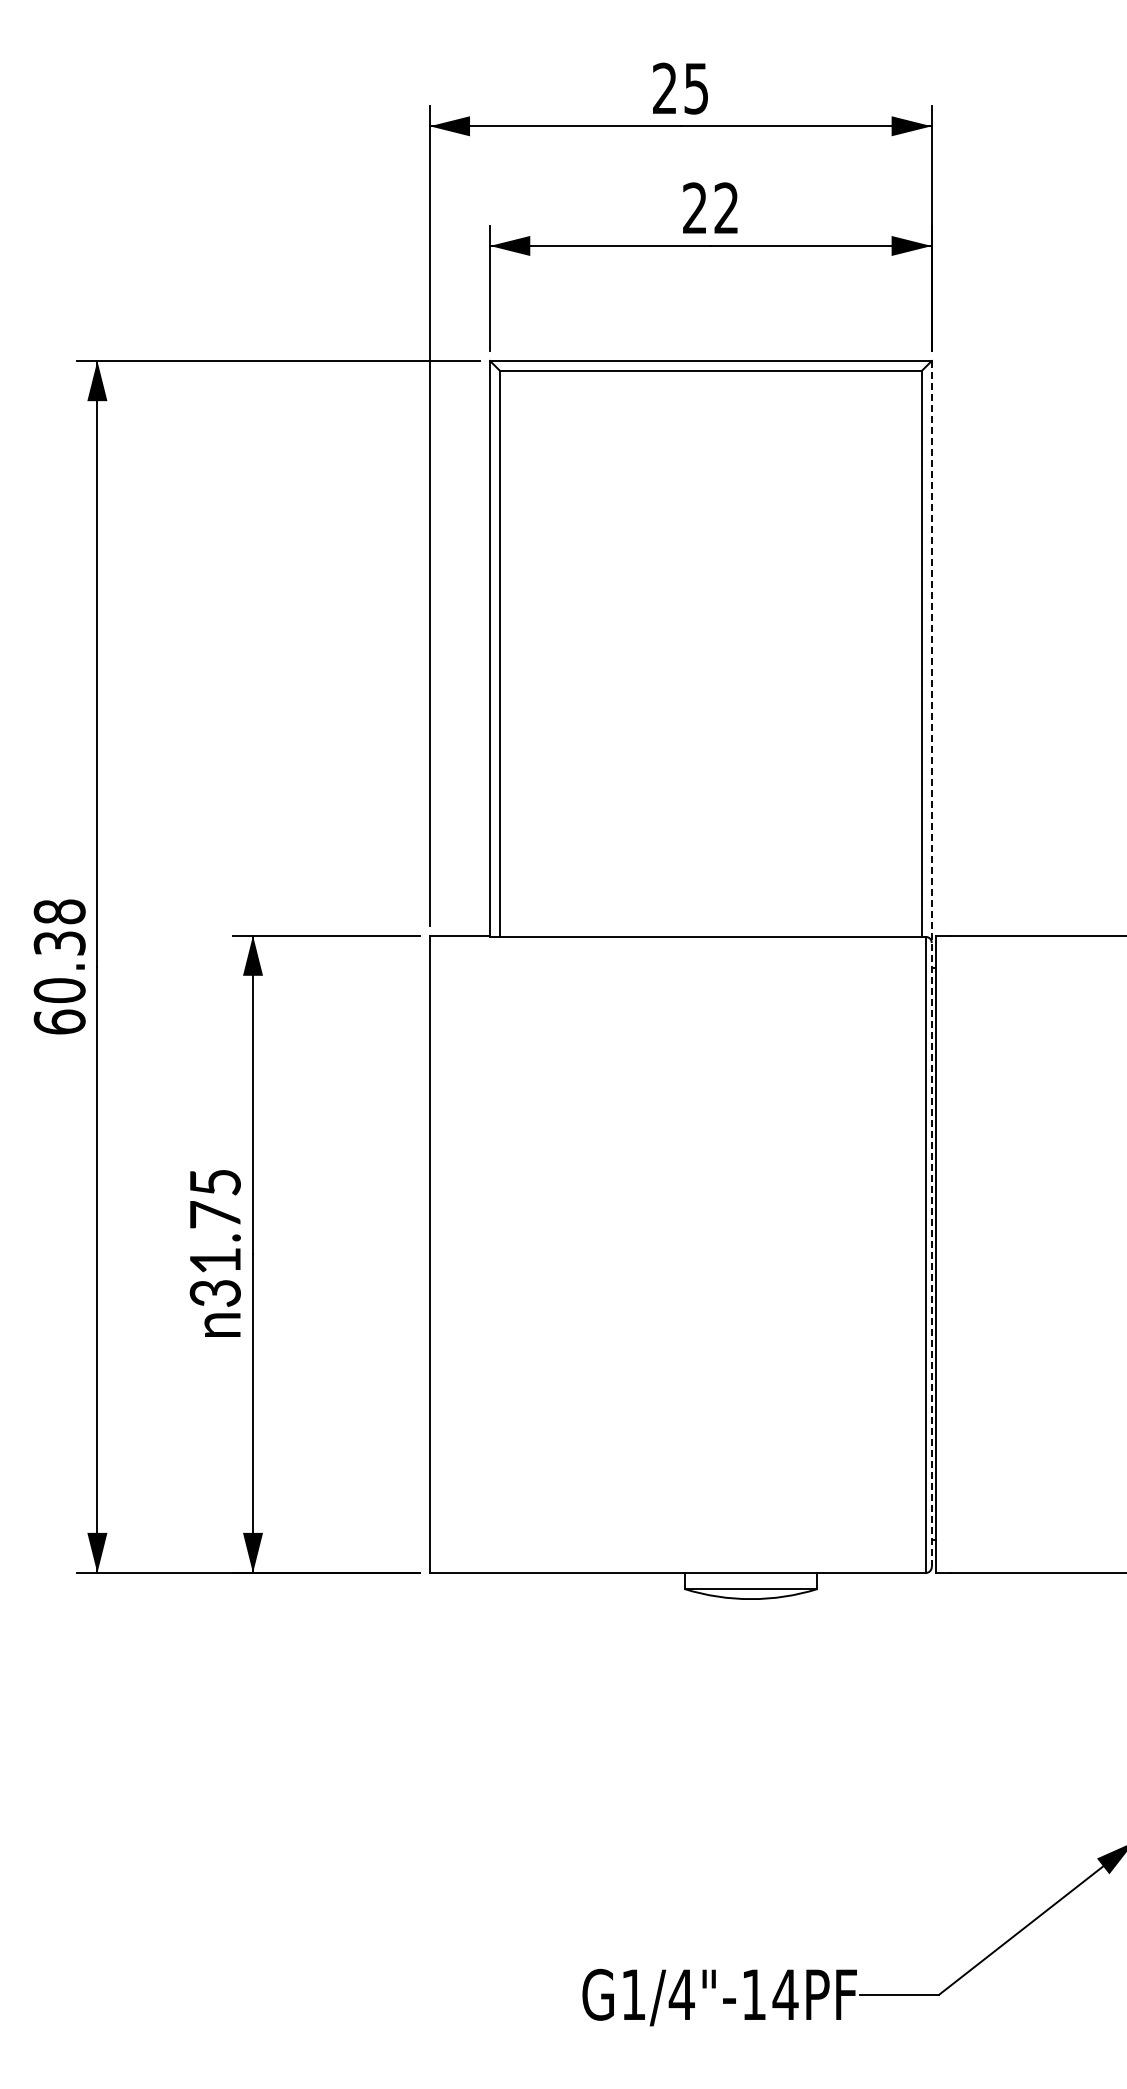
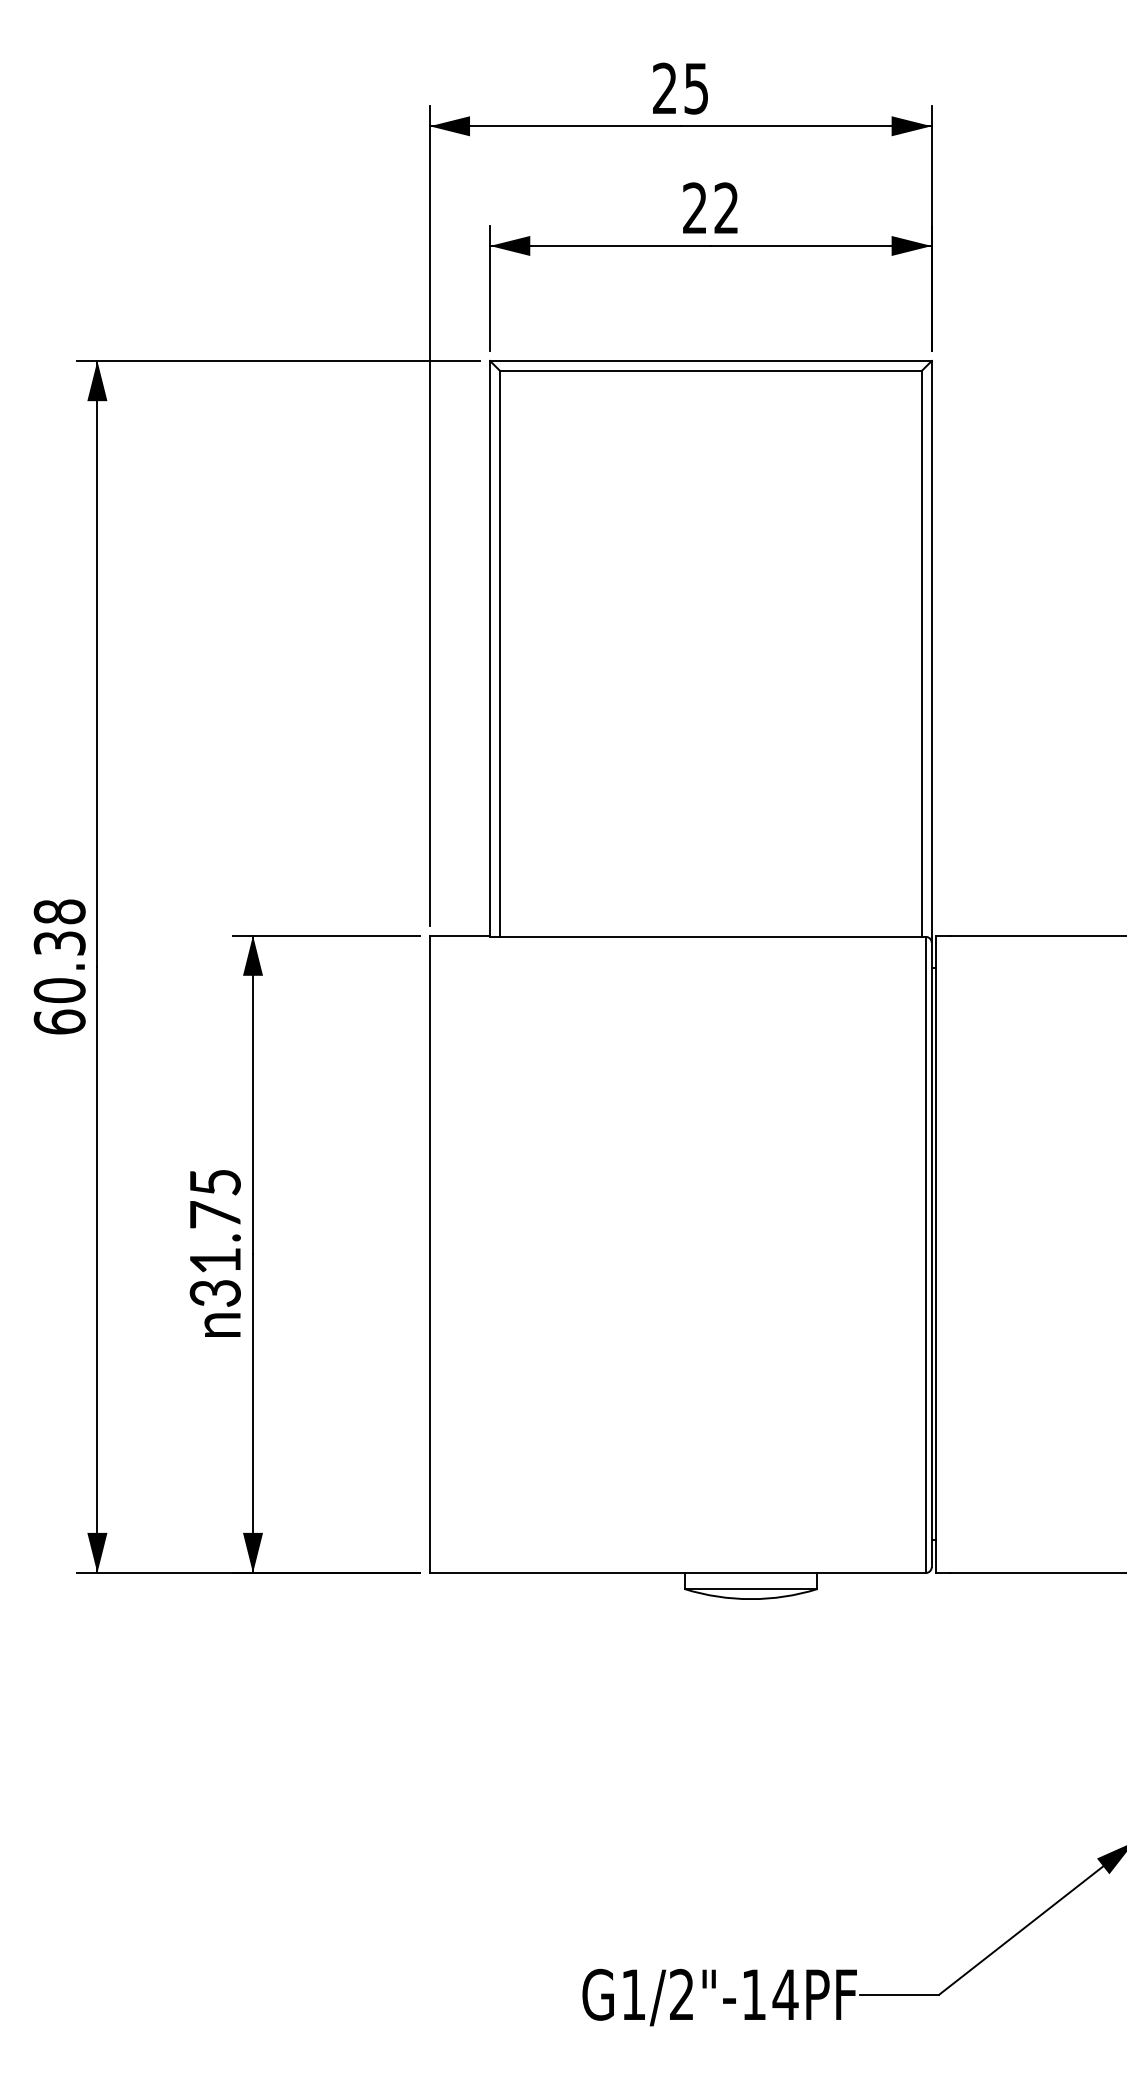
line at (931, 964): dashed -> solid
text at (681, 1993): G1/4"-14PF -> G1/2"-14PF
